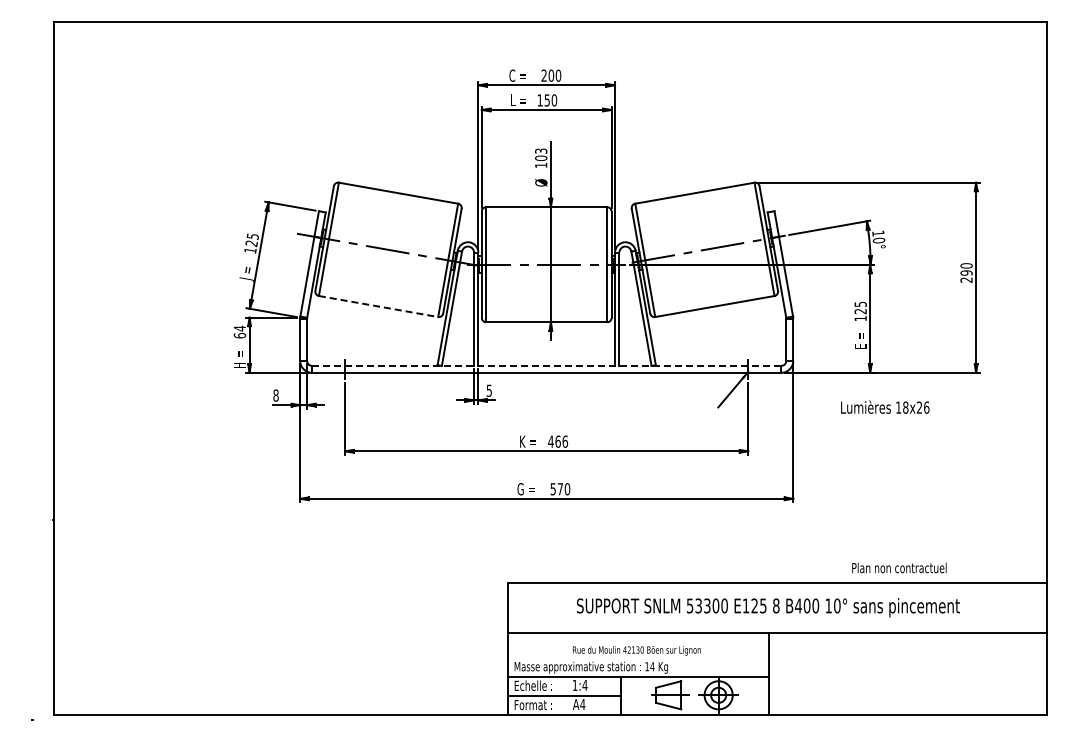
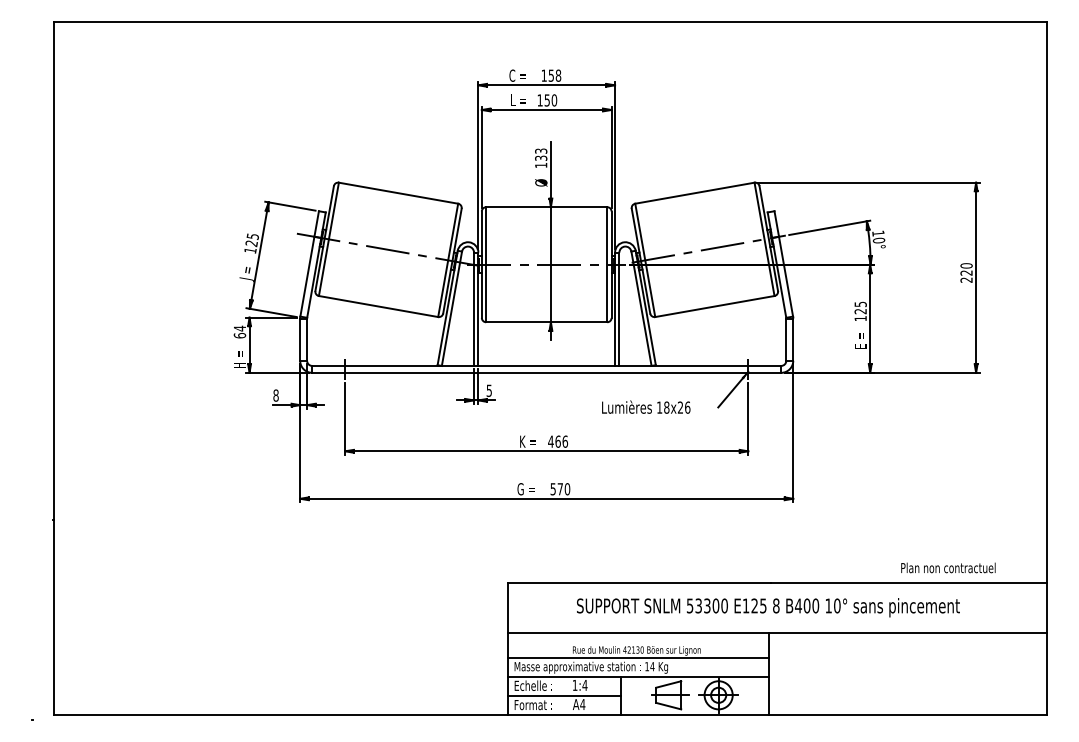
text at (551, 75): 200 -> 158
text at (541, 158): 103 -> 133
text at (966, 272): 290 -> 220
line at (378, 306): dashed -> solid
line at (547, 365): dashed -> solid
text at (885, 406) position: (885, 406) -> (646, 406)
text at (899, 567) position: (899, 567) -> (948, 567)
line at (638, 657): none -> present
